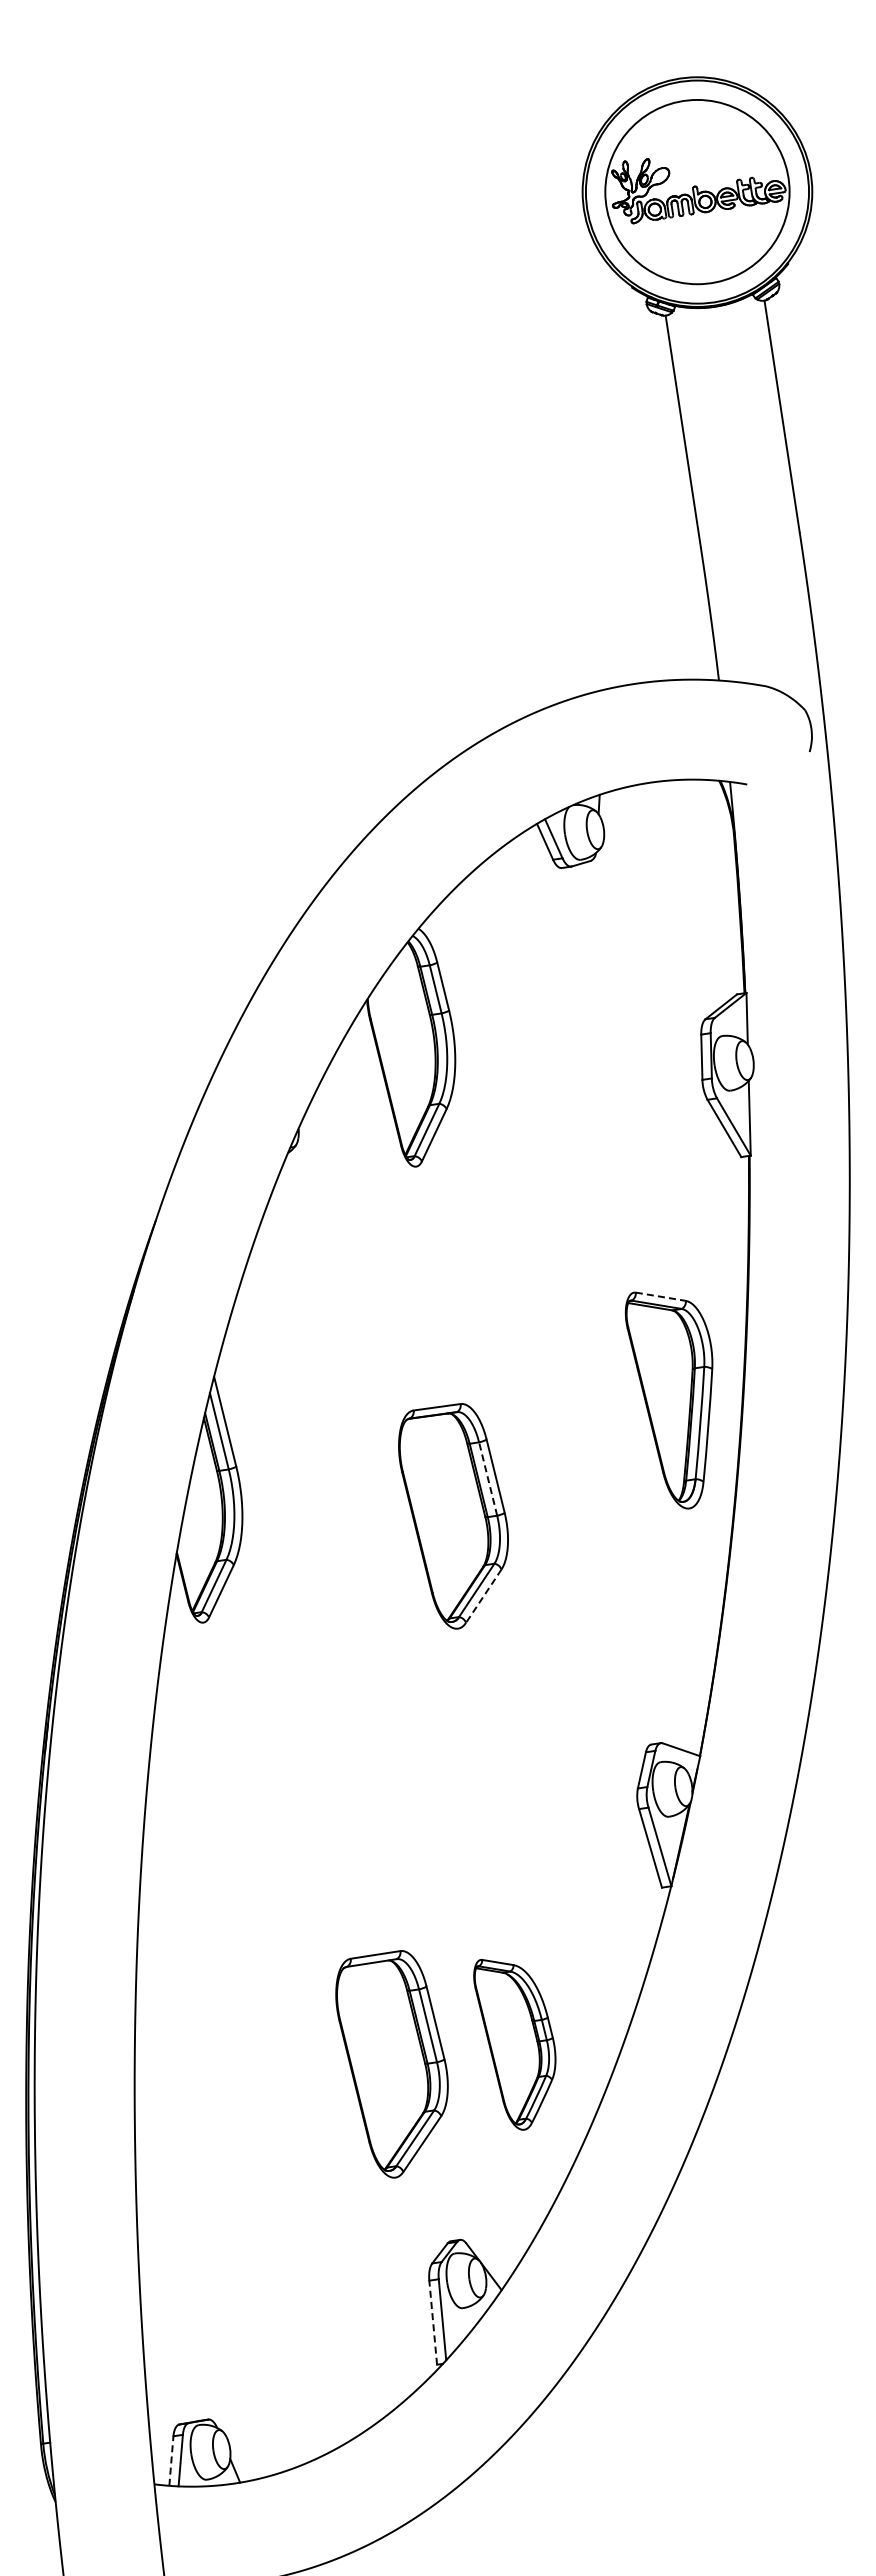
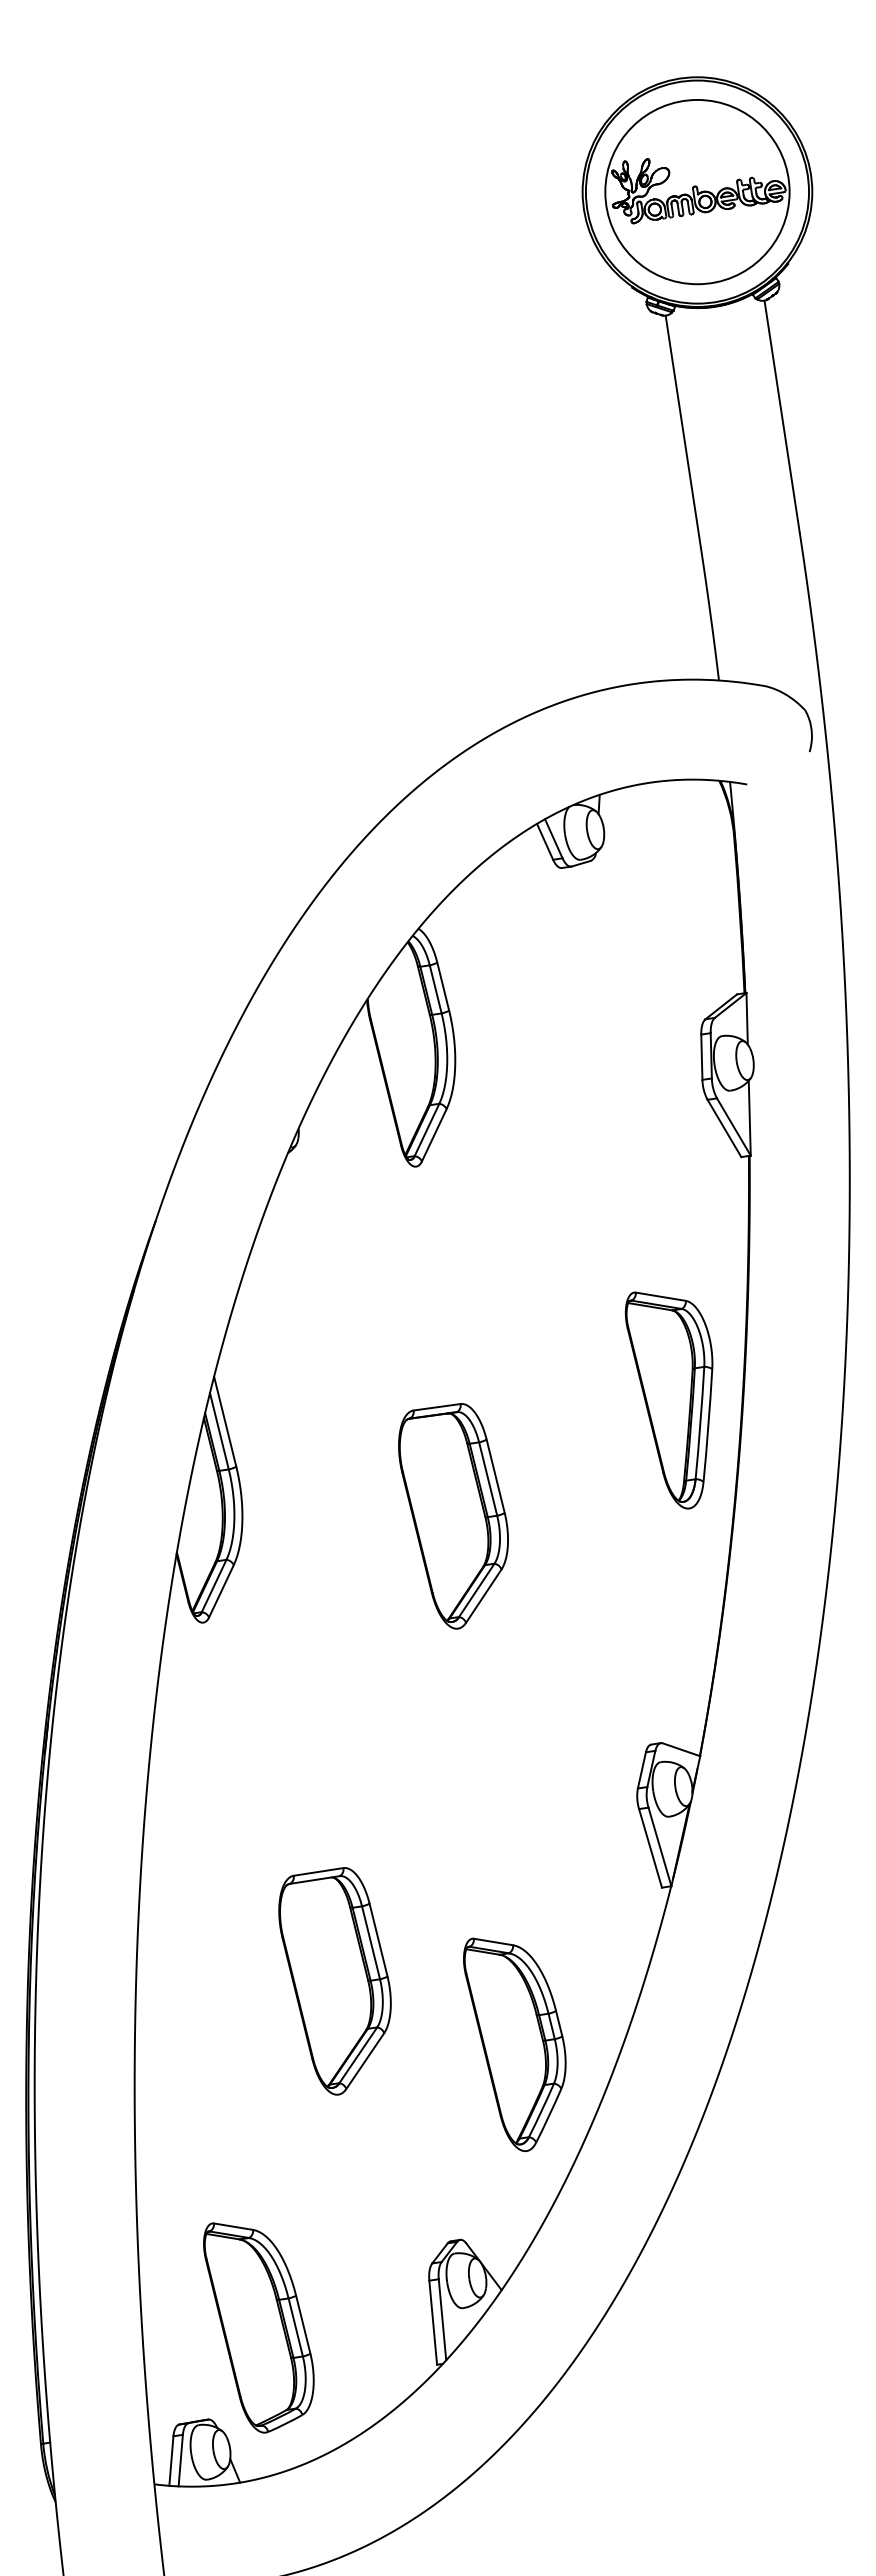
line at (661, 1296): dashed -> solid
line at (488, 1479): dashed -> solid
line at (483, 1596): dashed -> solid
part at (514, 2044) size: 84x173 px -> 104x215 px
part at (391, 2064) position: (391, 2064) -> (334, 1981)
line at (433, 2322): dashed -> solid
part at (258, 2327): none -> present
line at (171, 2461): dashed -> solid
